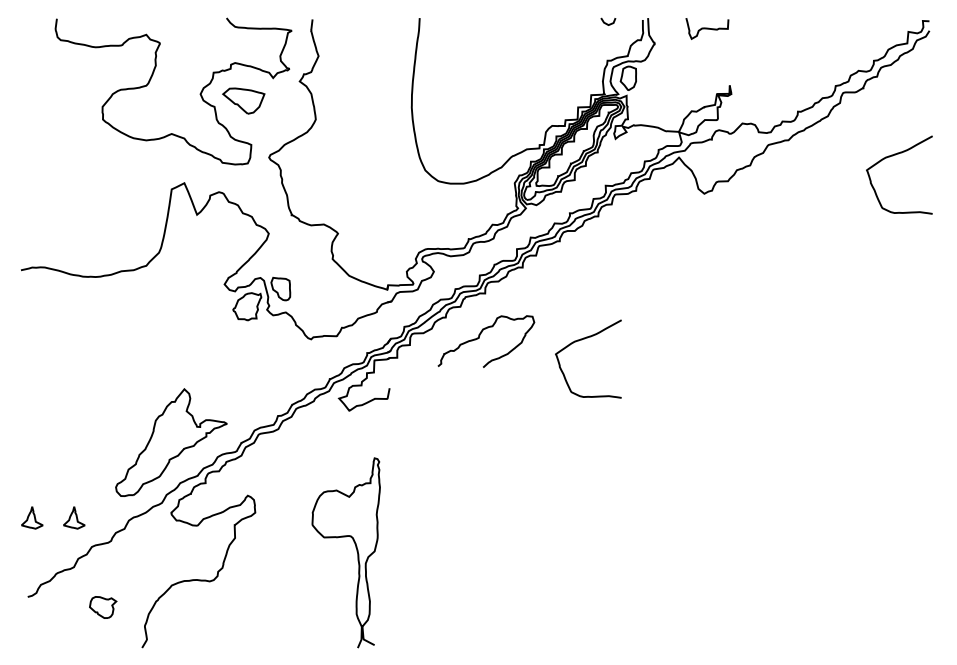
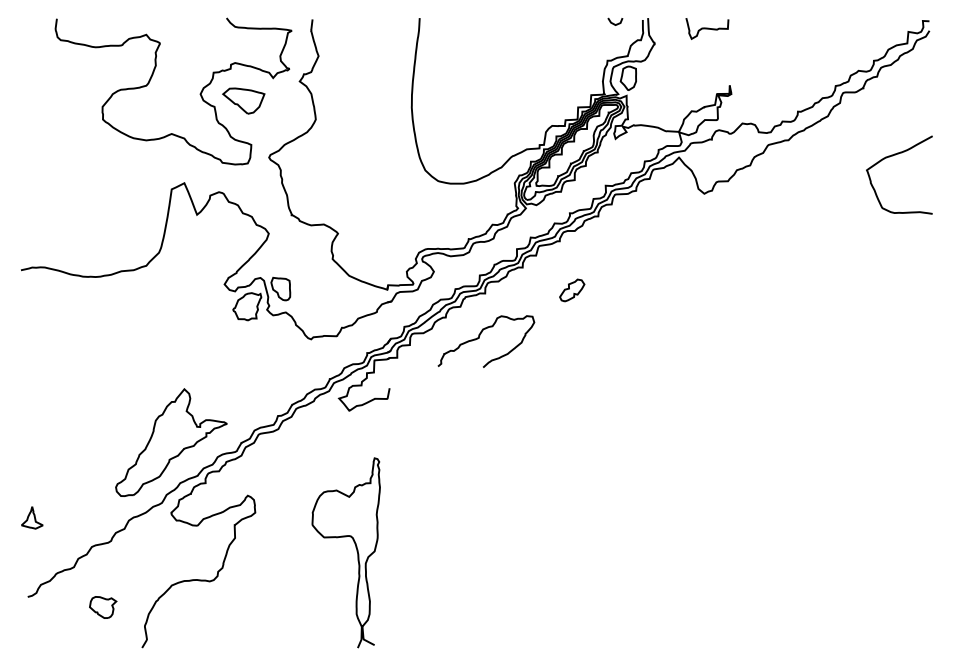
line at (606, 22) position: (606, 22) -> (613, 22)
part at (572, 290): none -> present
curve at (582, 340): present -> none
part at (74, 517): present -> none
